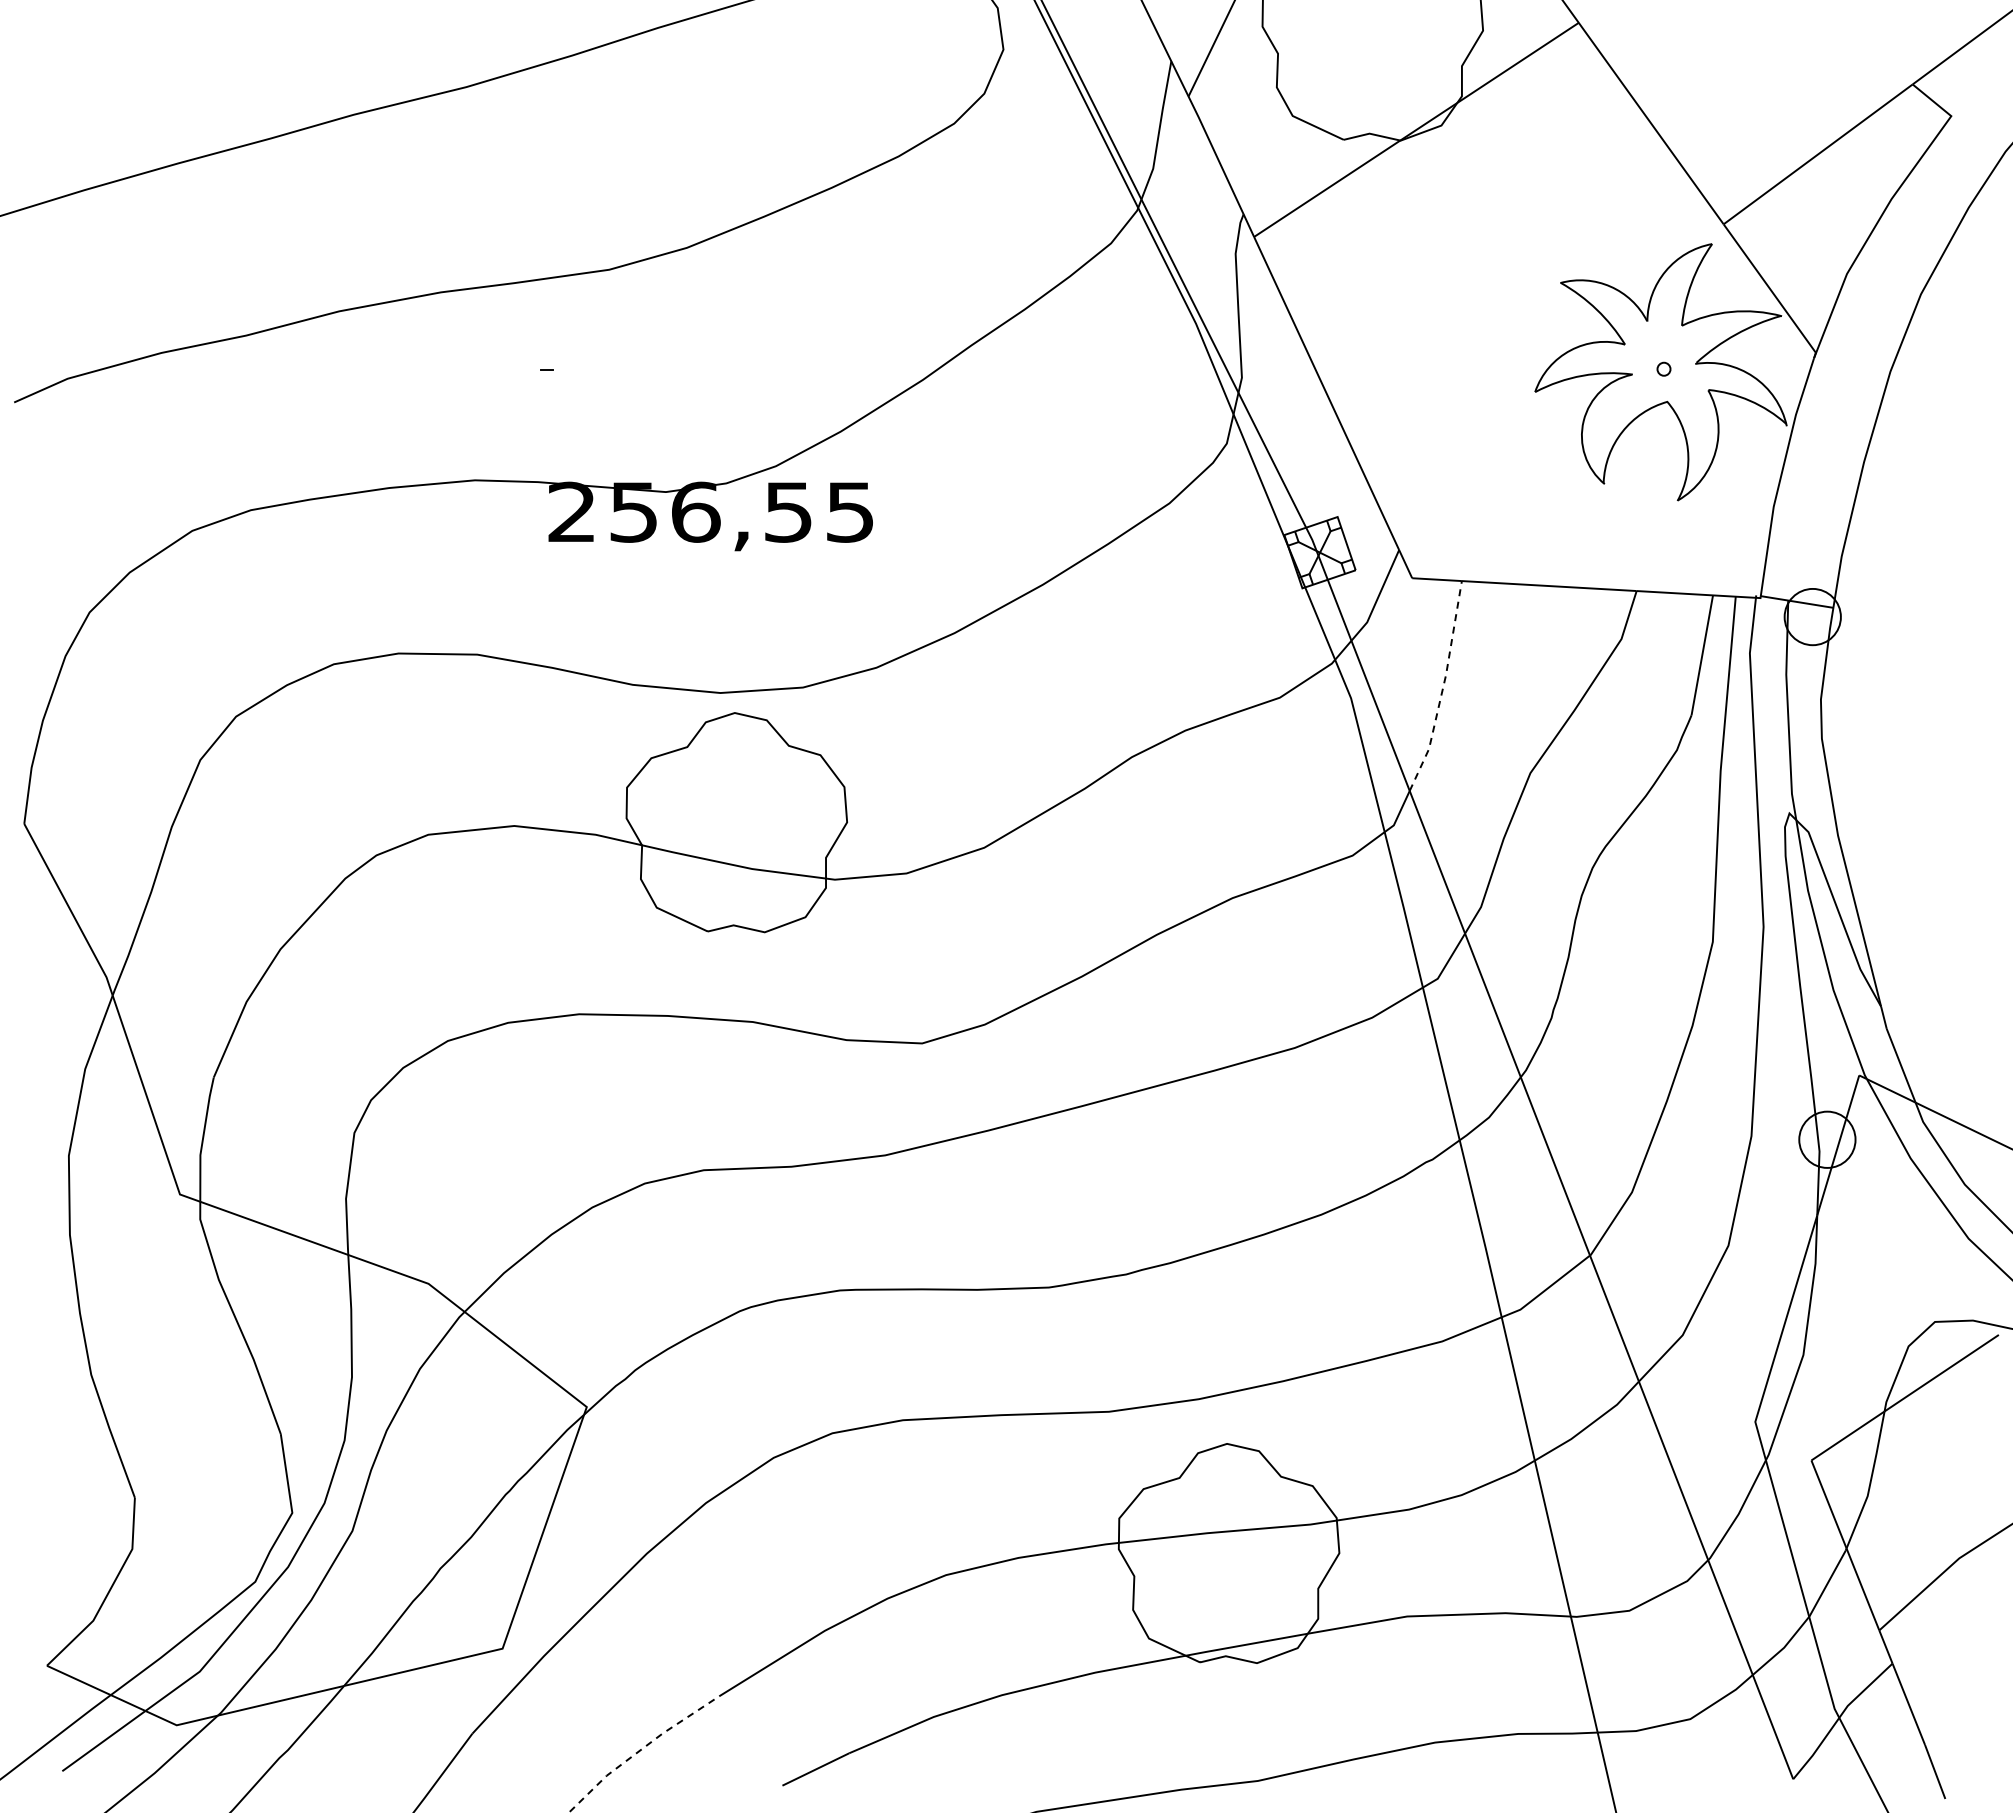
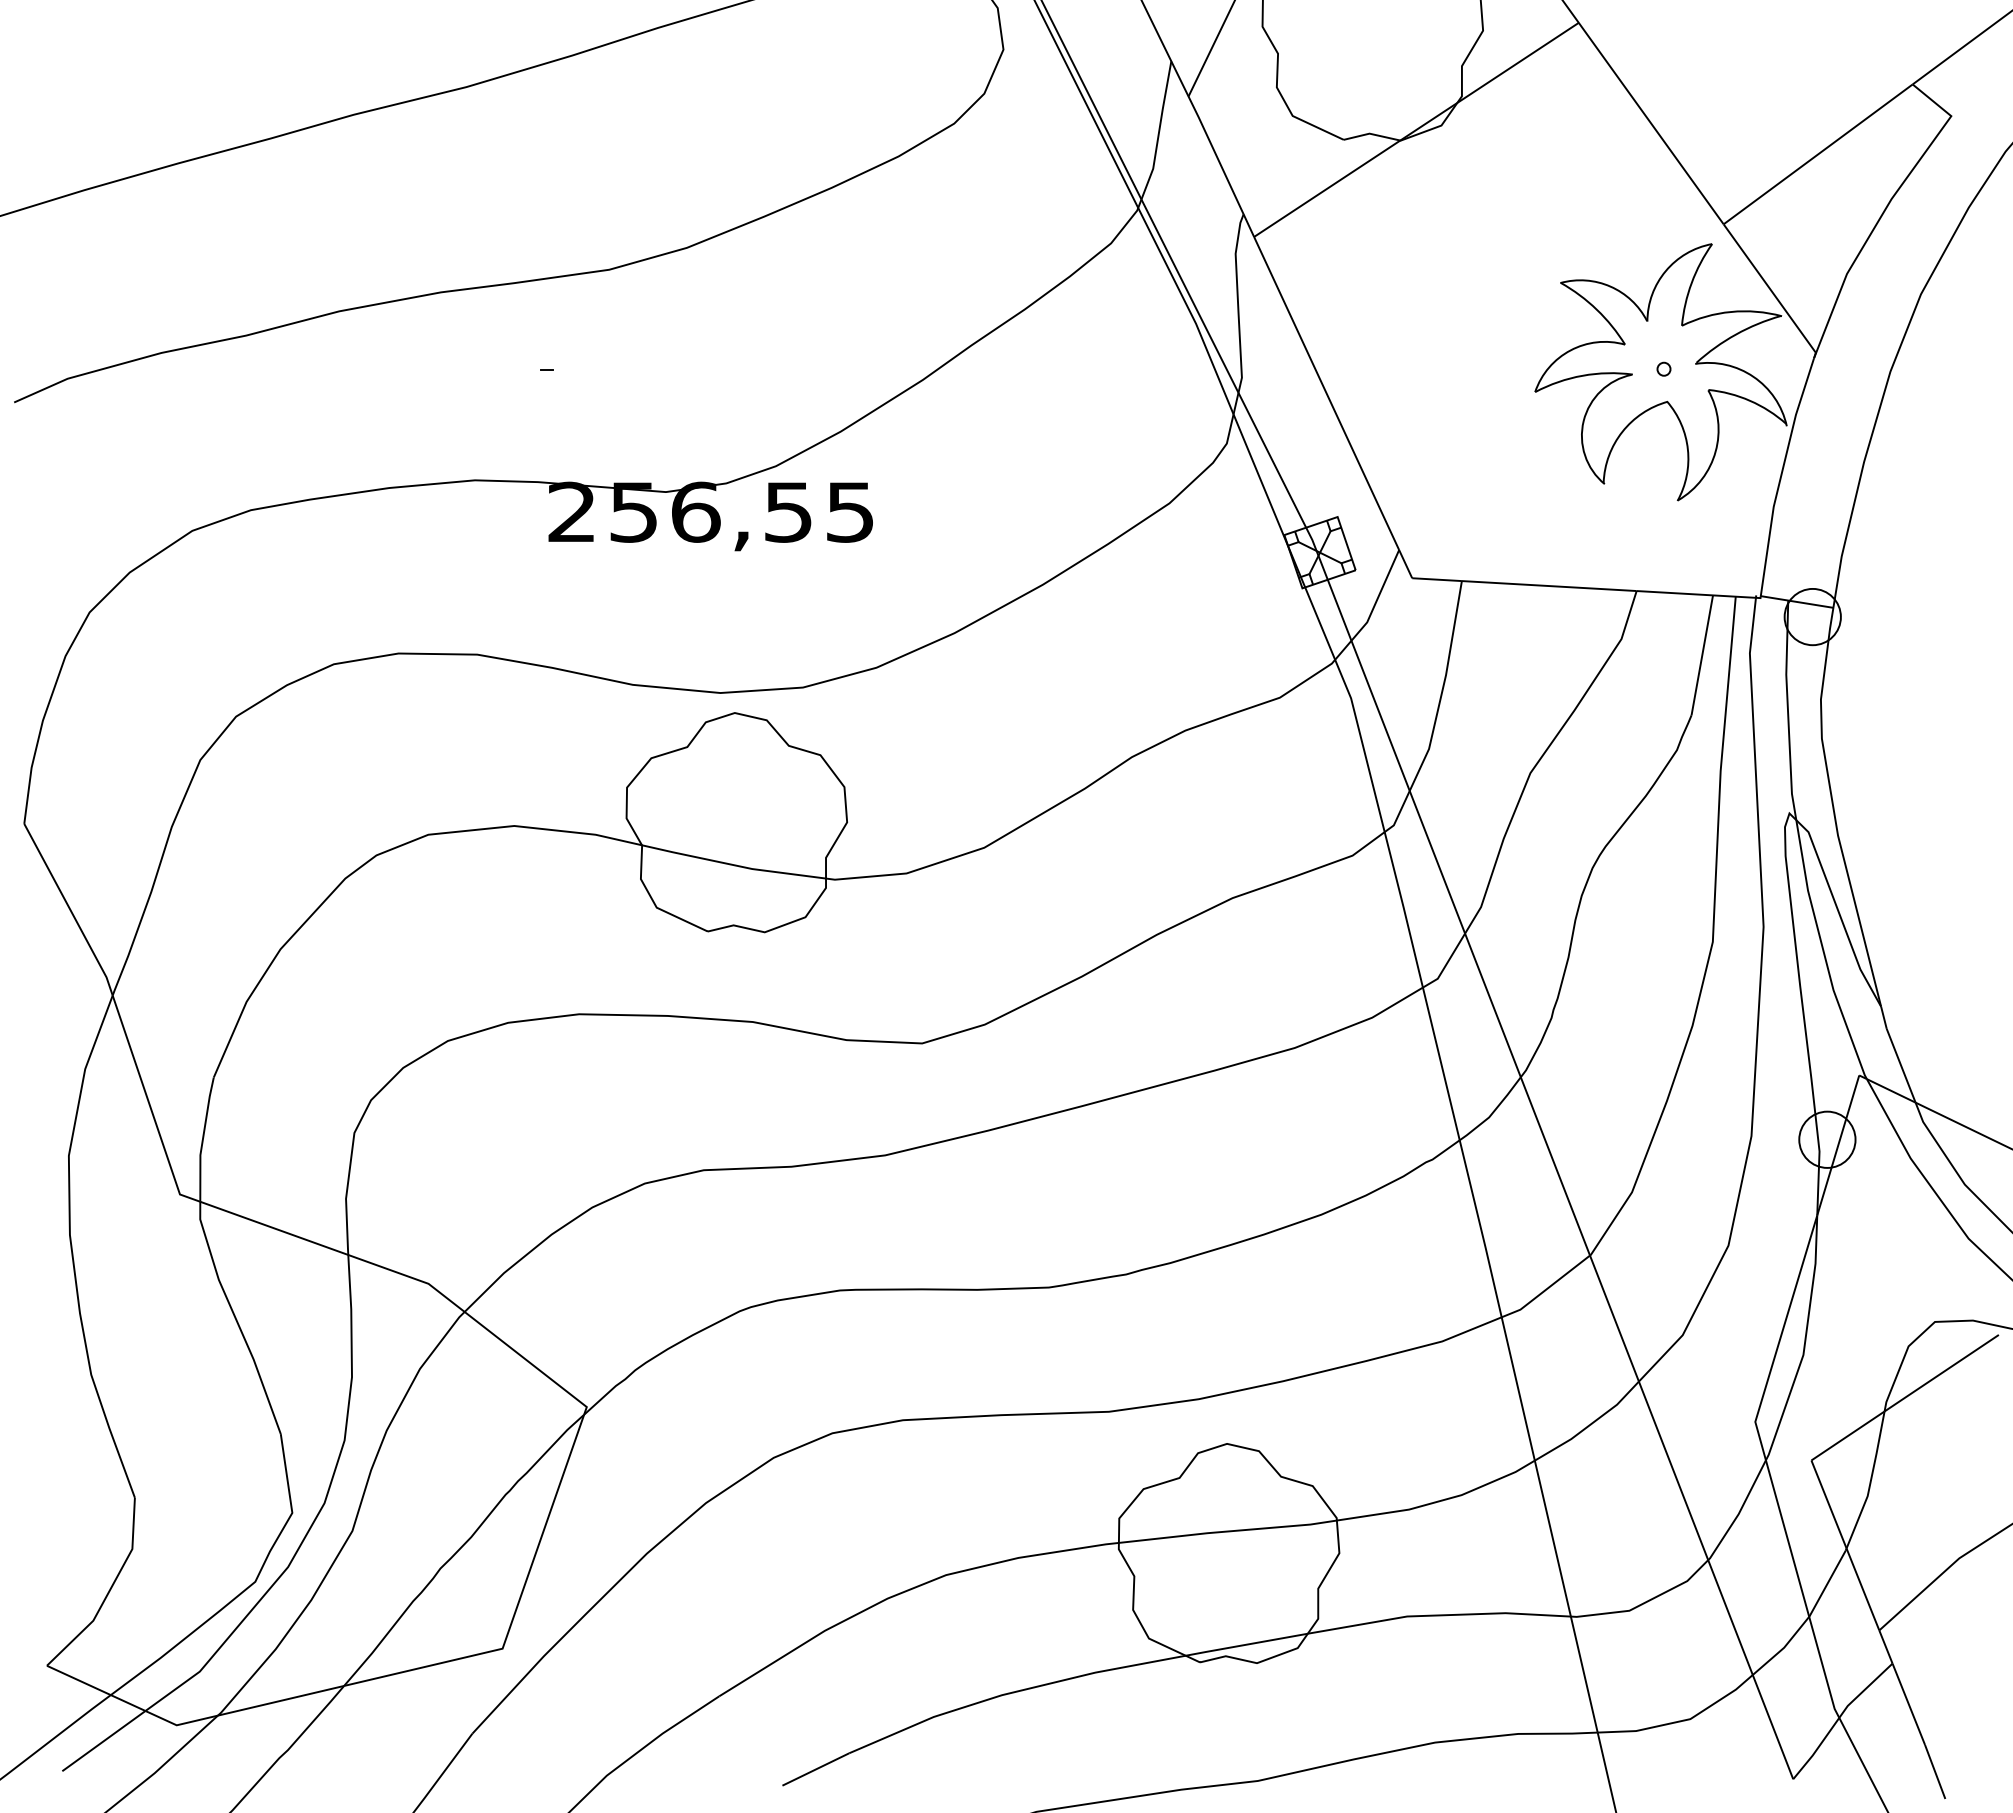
line at (1443, 687): dashed -> solid
line at (641, 1749): dashed -> solid
